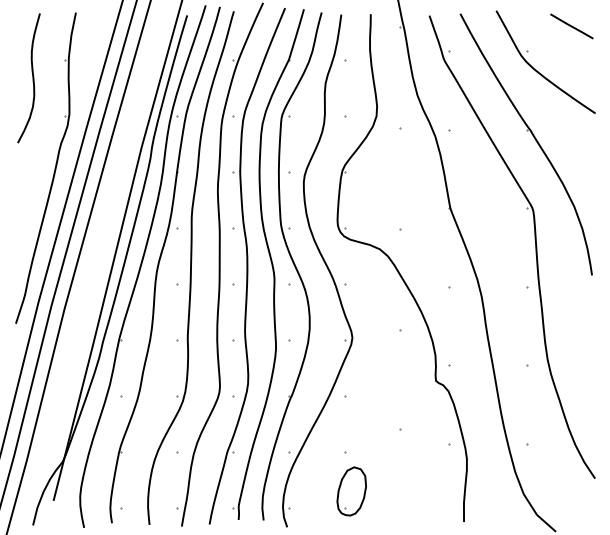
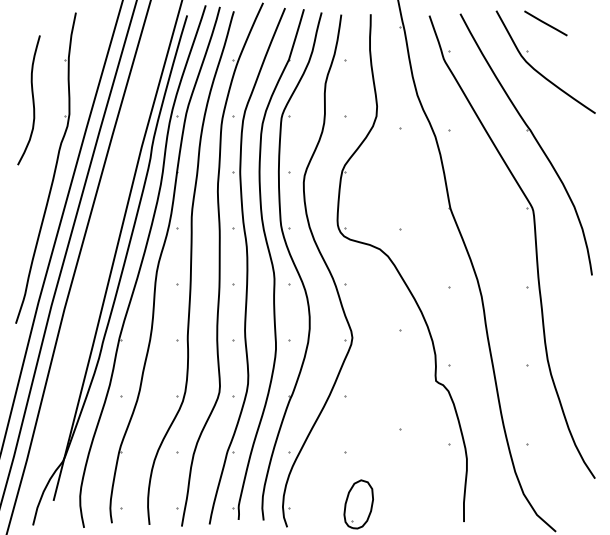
line at (571, 26) position: (571, 26) -> (545, 23)
curve at (32, 78) position: (32, 78) -> (32, 100)
part at (351, 491) position: (351, 491) -> (358, 504)
